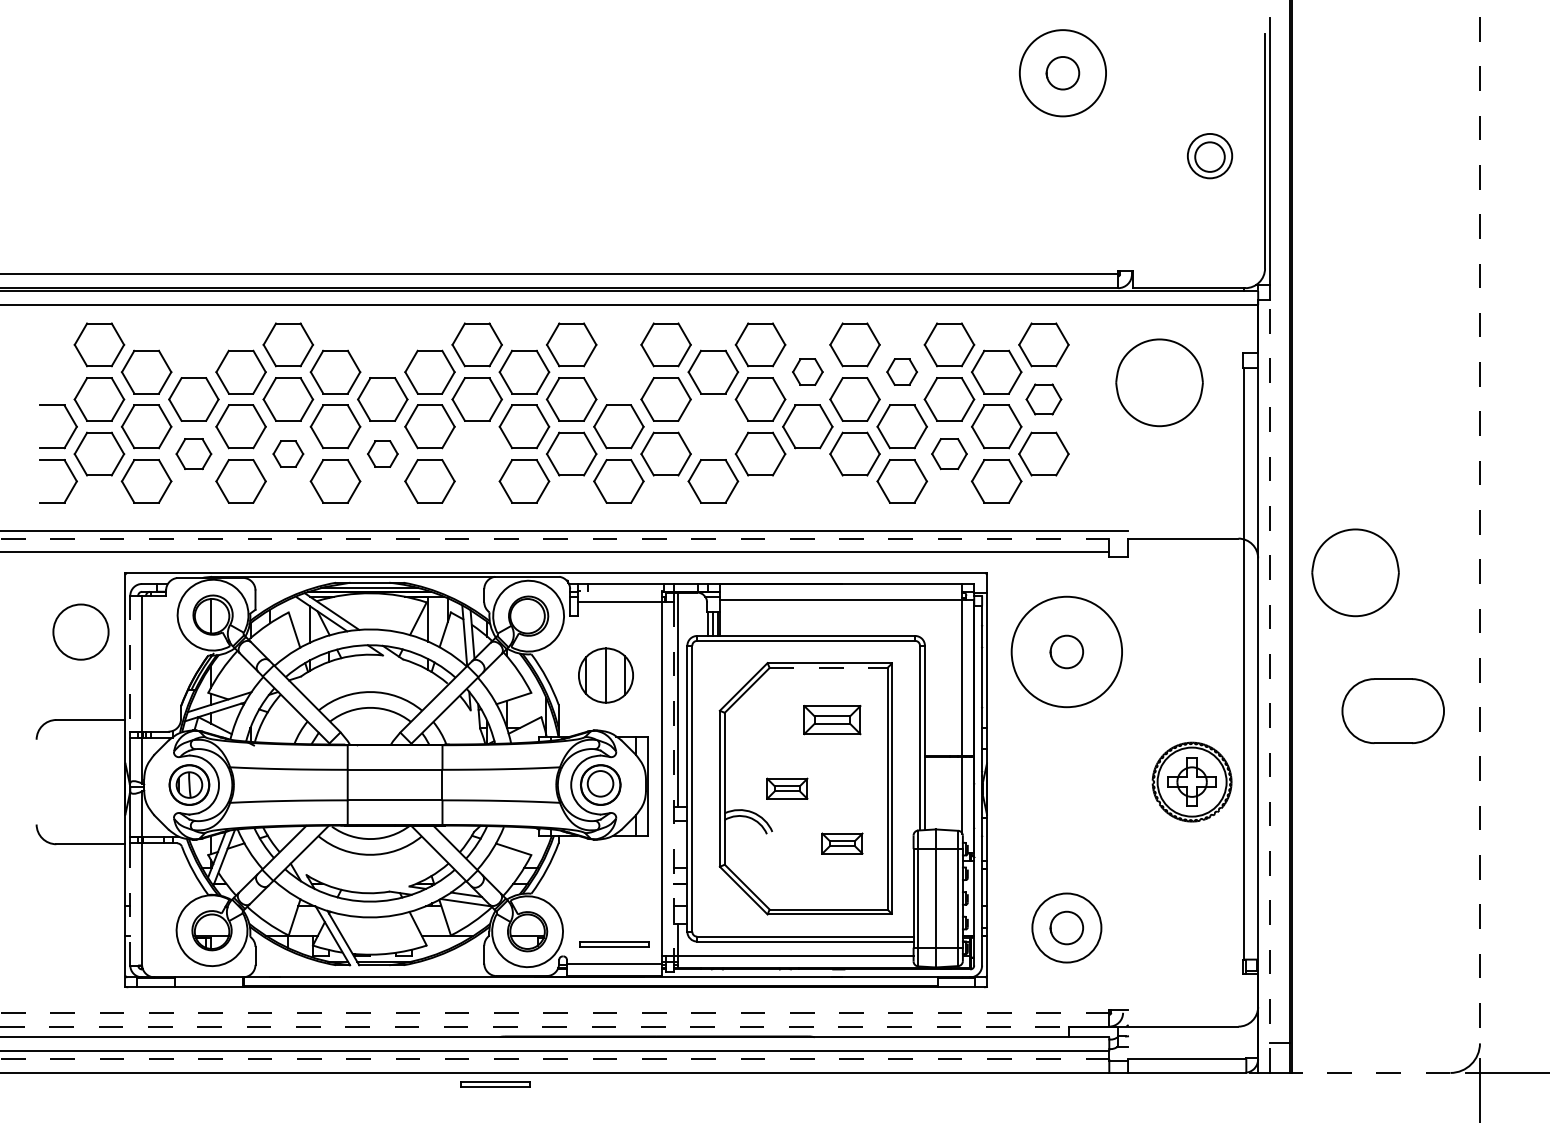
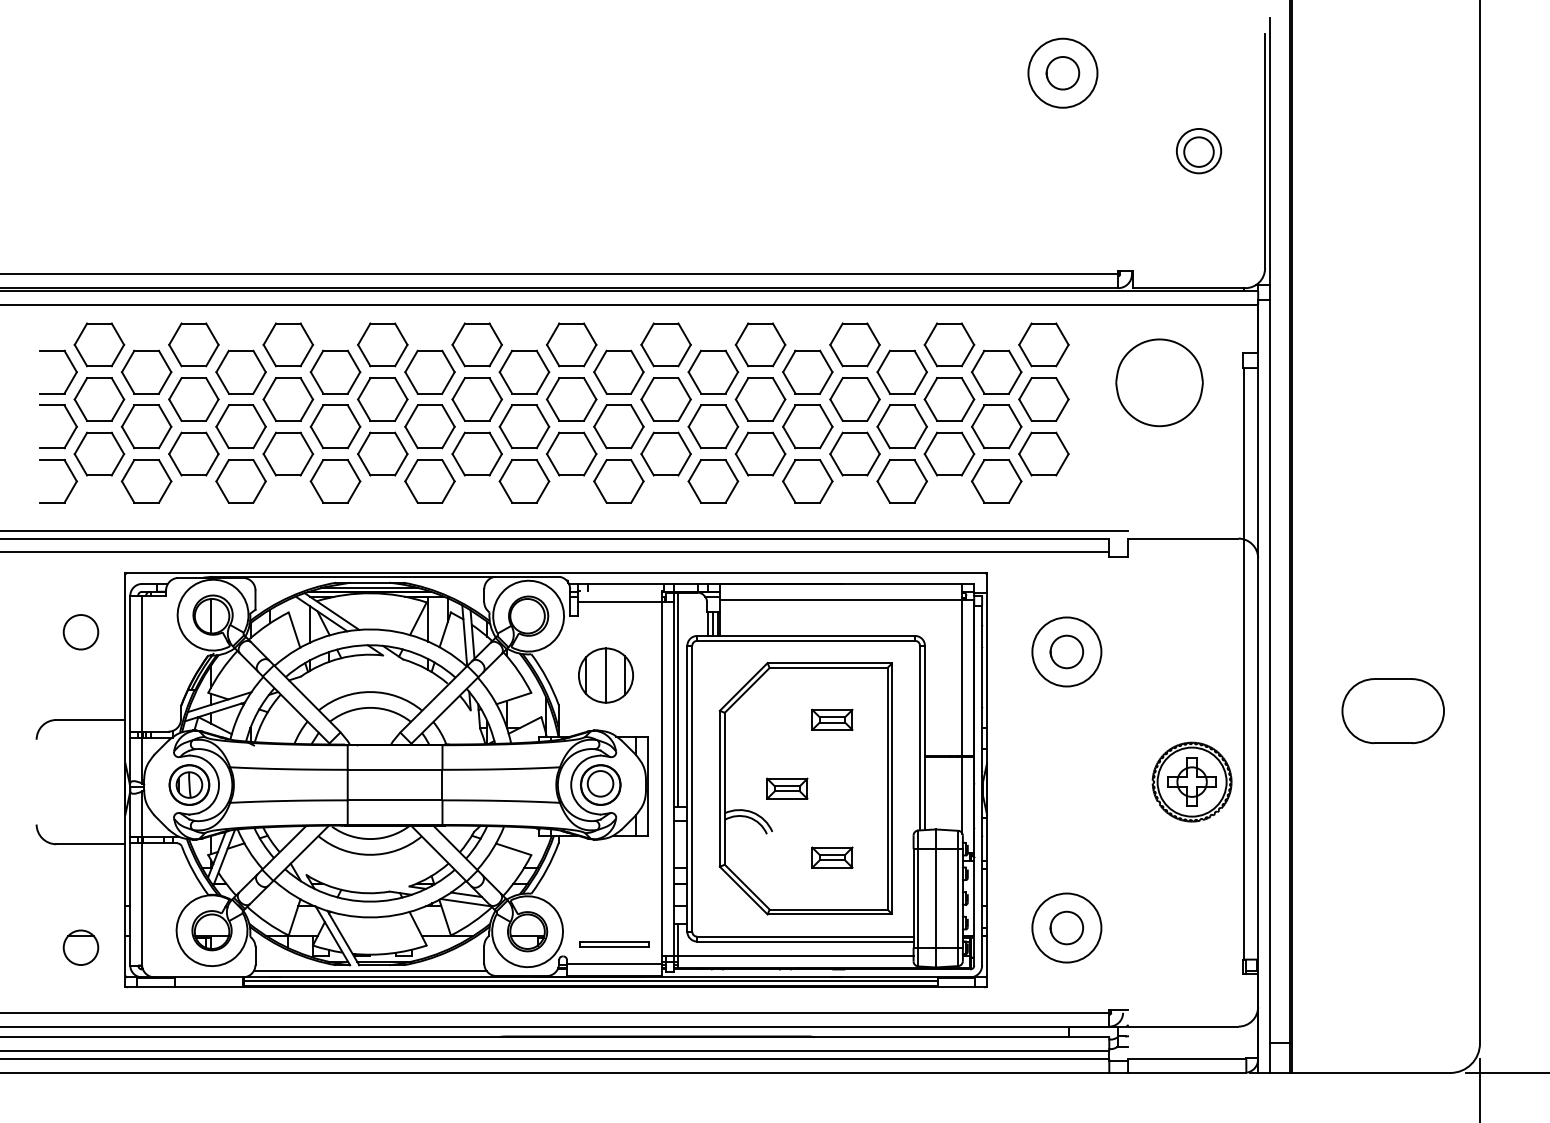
circle at (1062, 73) diameter: 86 px -> 69 px
part at (1210, 156) position: (1210, 156) -> (1199, 151)
part at (193, 344): none -> present
part at (382, 344): none -> present
part at (71, 365): none -> present
part at (618, 371): none -> present
part at (807, 371) size: 32x28 px -> 52x46 px
part at (901, 371) size: 32x28 px -> 52x46 px
part at (1043, 399) size: 38x33 px -> 52x45 px
part at (713, 426): none -> present
part at (288, 453) size: 33x28 px -> 53x46 px
part at (382, 453) size: 32x28 px -> 52x46 px
part at (476, 453): none -> present
part at (193, 454) size: 38x33 px -> 52x46 px
part at (949, 454) size: 37x33 px -> 53x46 px
part at (807, 481): none -> present
line at (1479, 522): dashed -> solid
line at (555, 538): dashed -> solid
part at (1355, 572): present -> none
circle at (80, 631) size: 58x58 px -> 38x37 px
circle at (1066, 651) diameter: 110 px -> 69 px
line at (130, 663): dashed -> solid
line at (828, 668): dashed -> solid
line at (1270, 685): dashed -> solid
part at (832, 720) size: 59x31 px -> 43x23 px
line at (673, 779): dashed -> solid
part at (842, 843) position: (842, 843) -> (832, 857)
line at (130, 904): dashed -> solid
part at (80, 947): none -> present
line at (369, 971): none -> present
line at (590, 981): none -> present
line at (555, 1012): dashed -> solid
line at (554, 1026): dashed -> solid
line at (555, 1059): dashed -> solid
line at (1370, 1072): dashed -> solid
part at (495, 1084): present -> none
